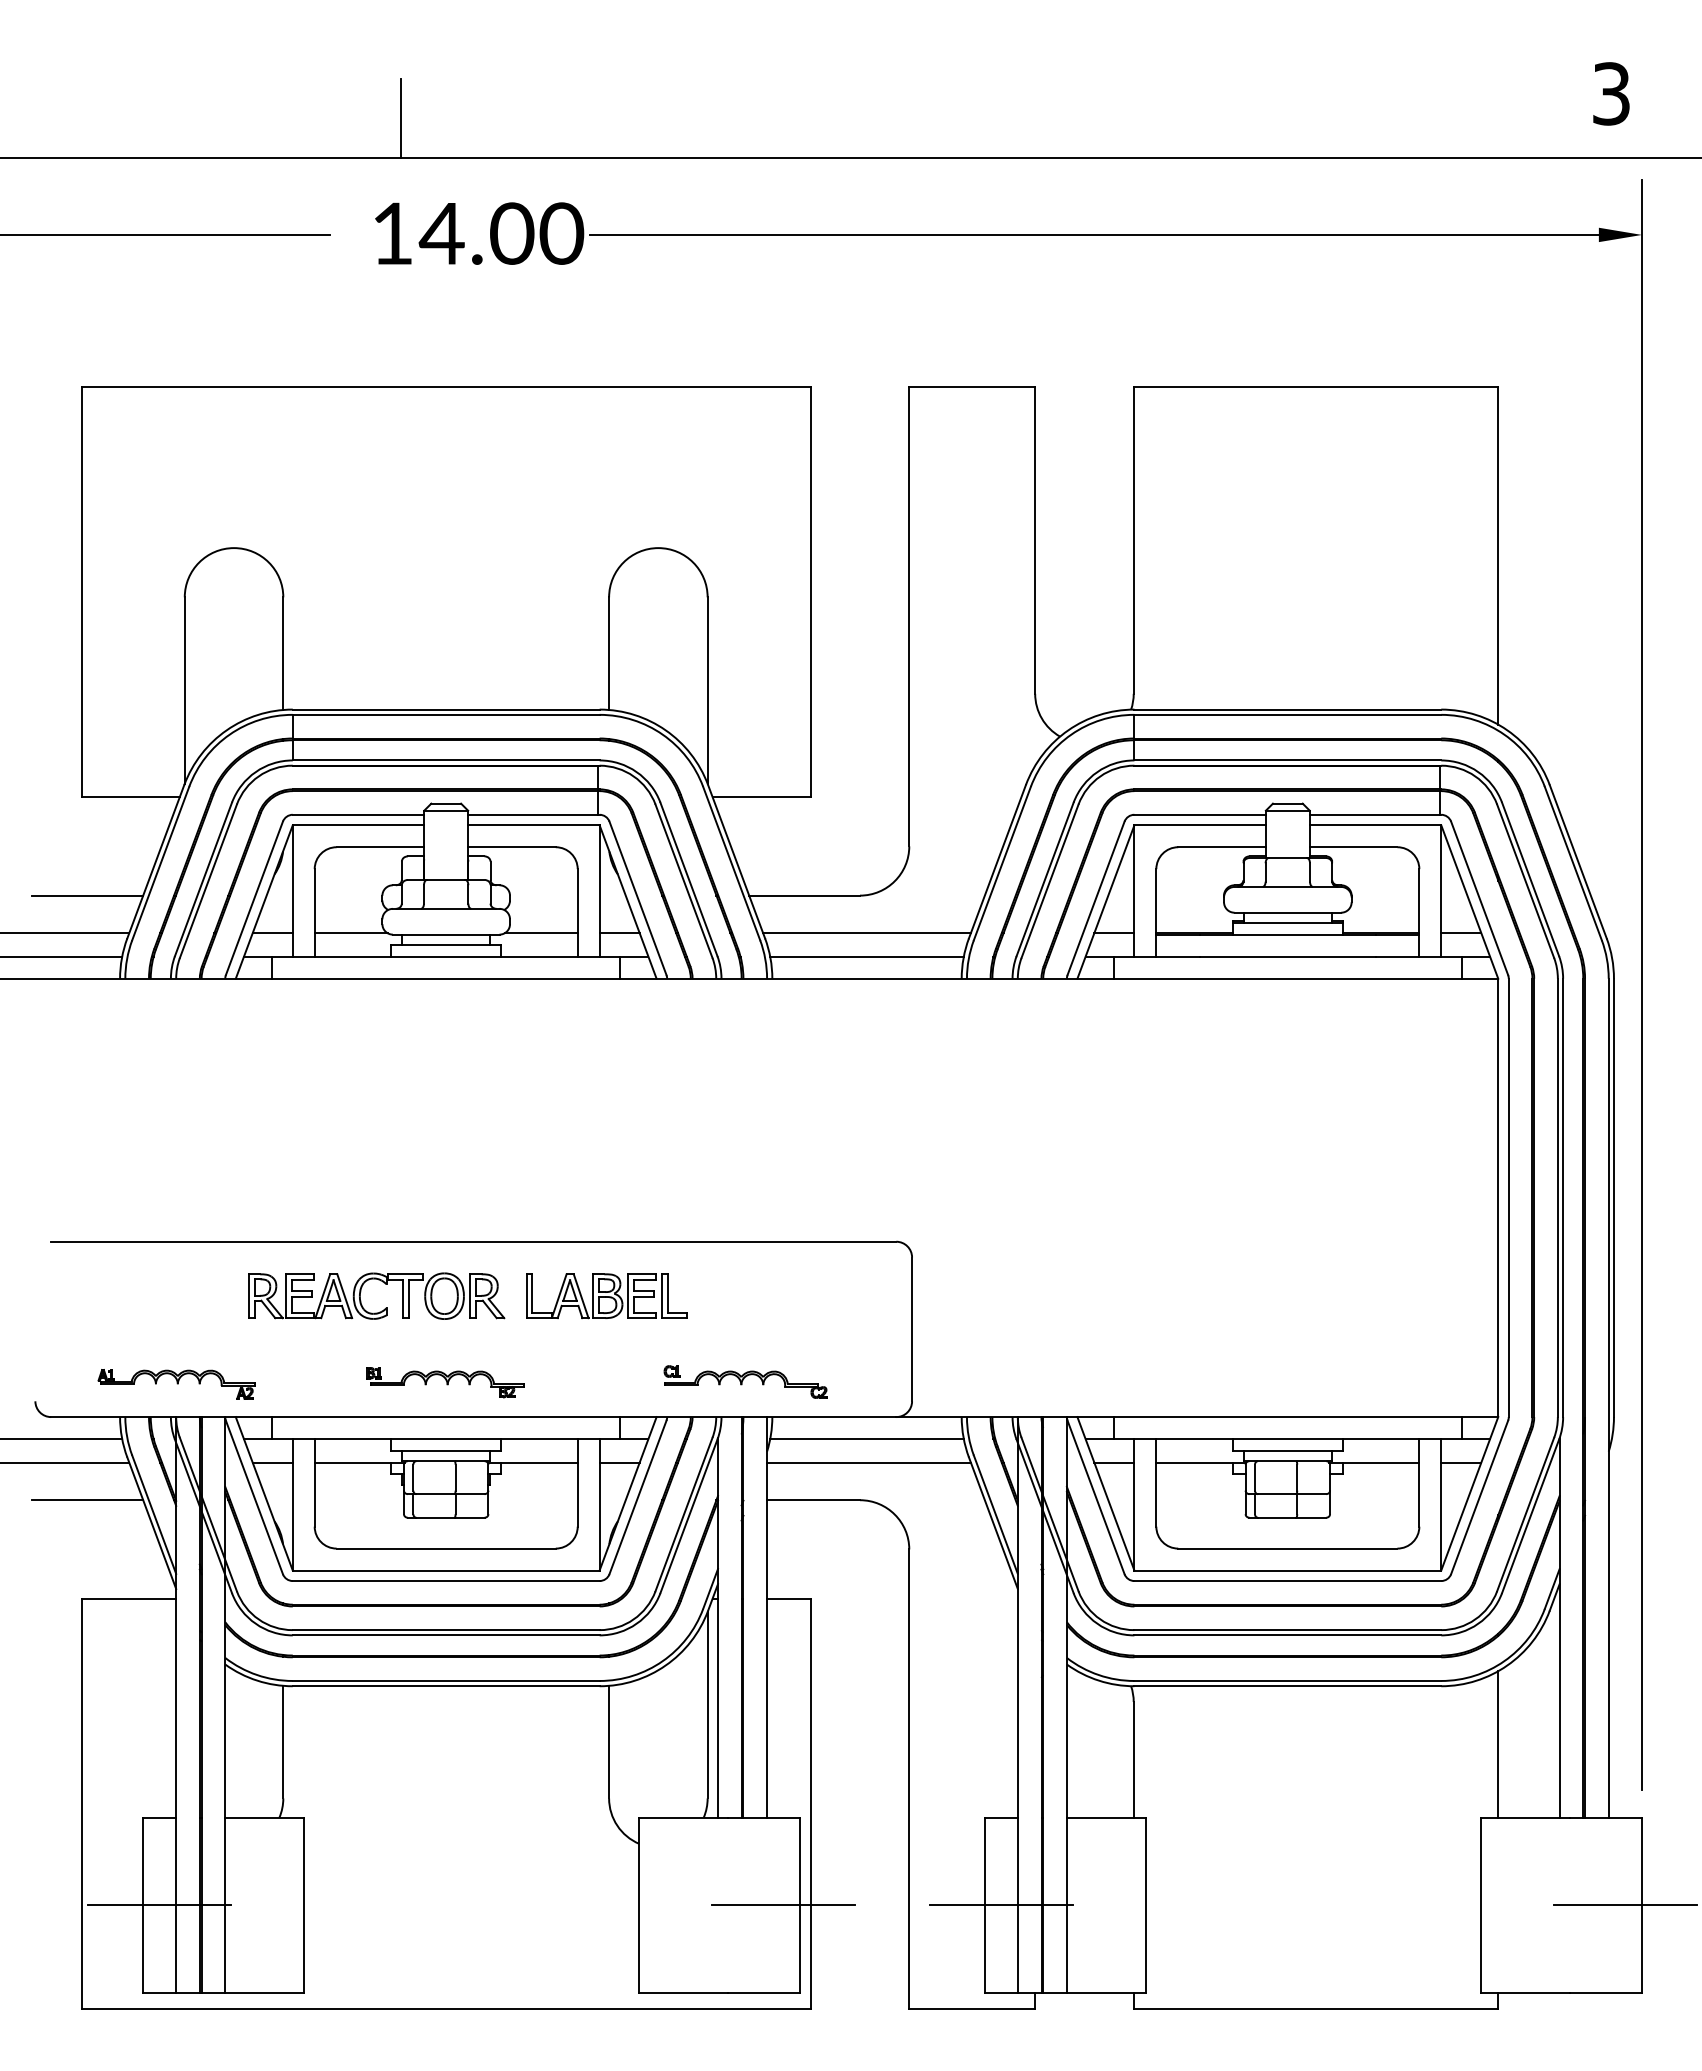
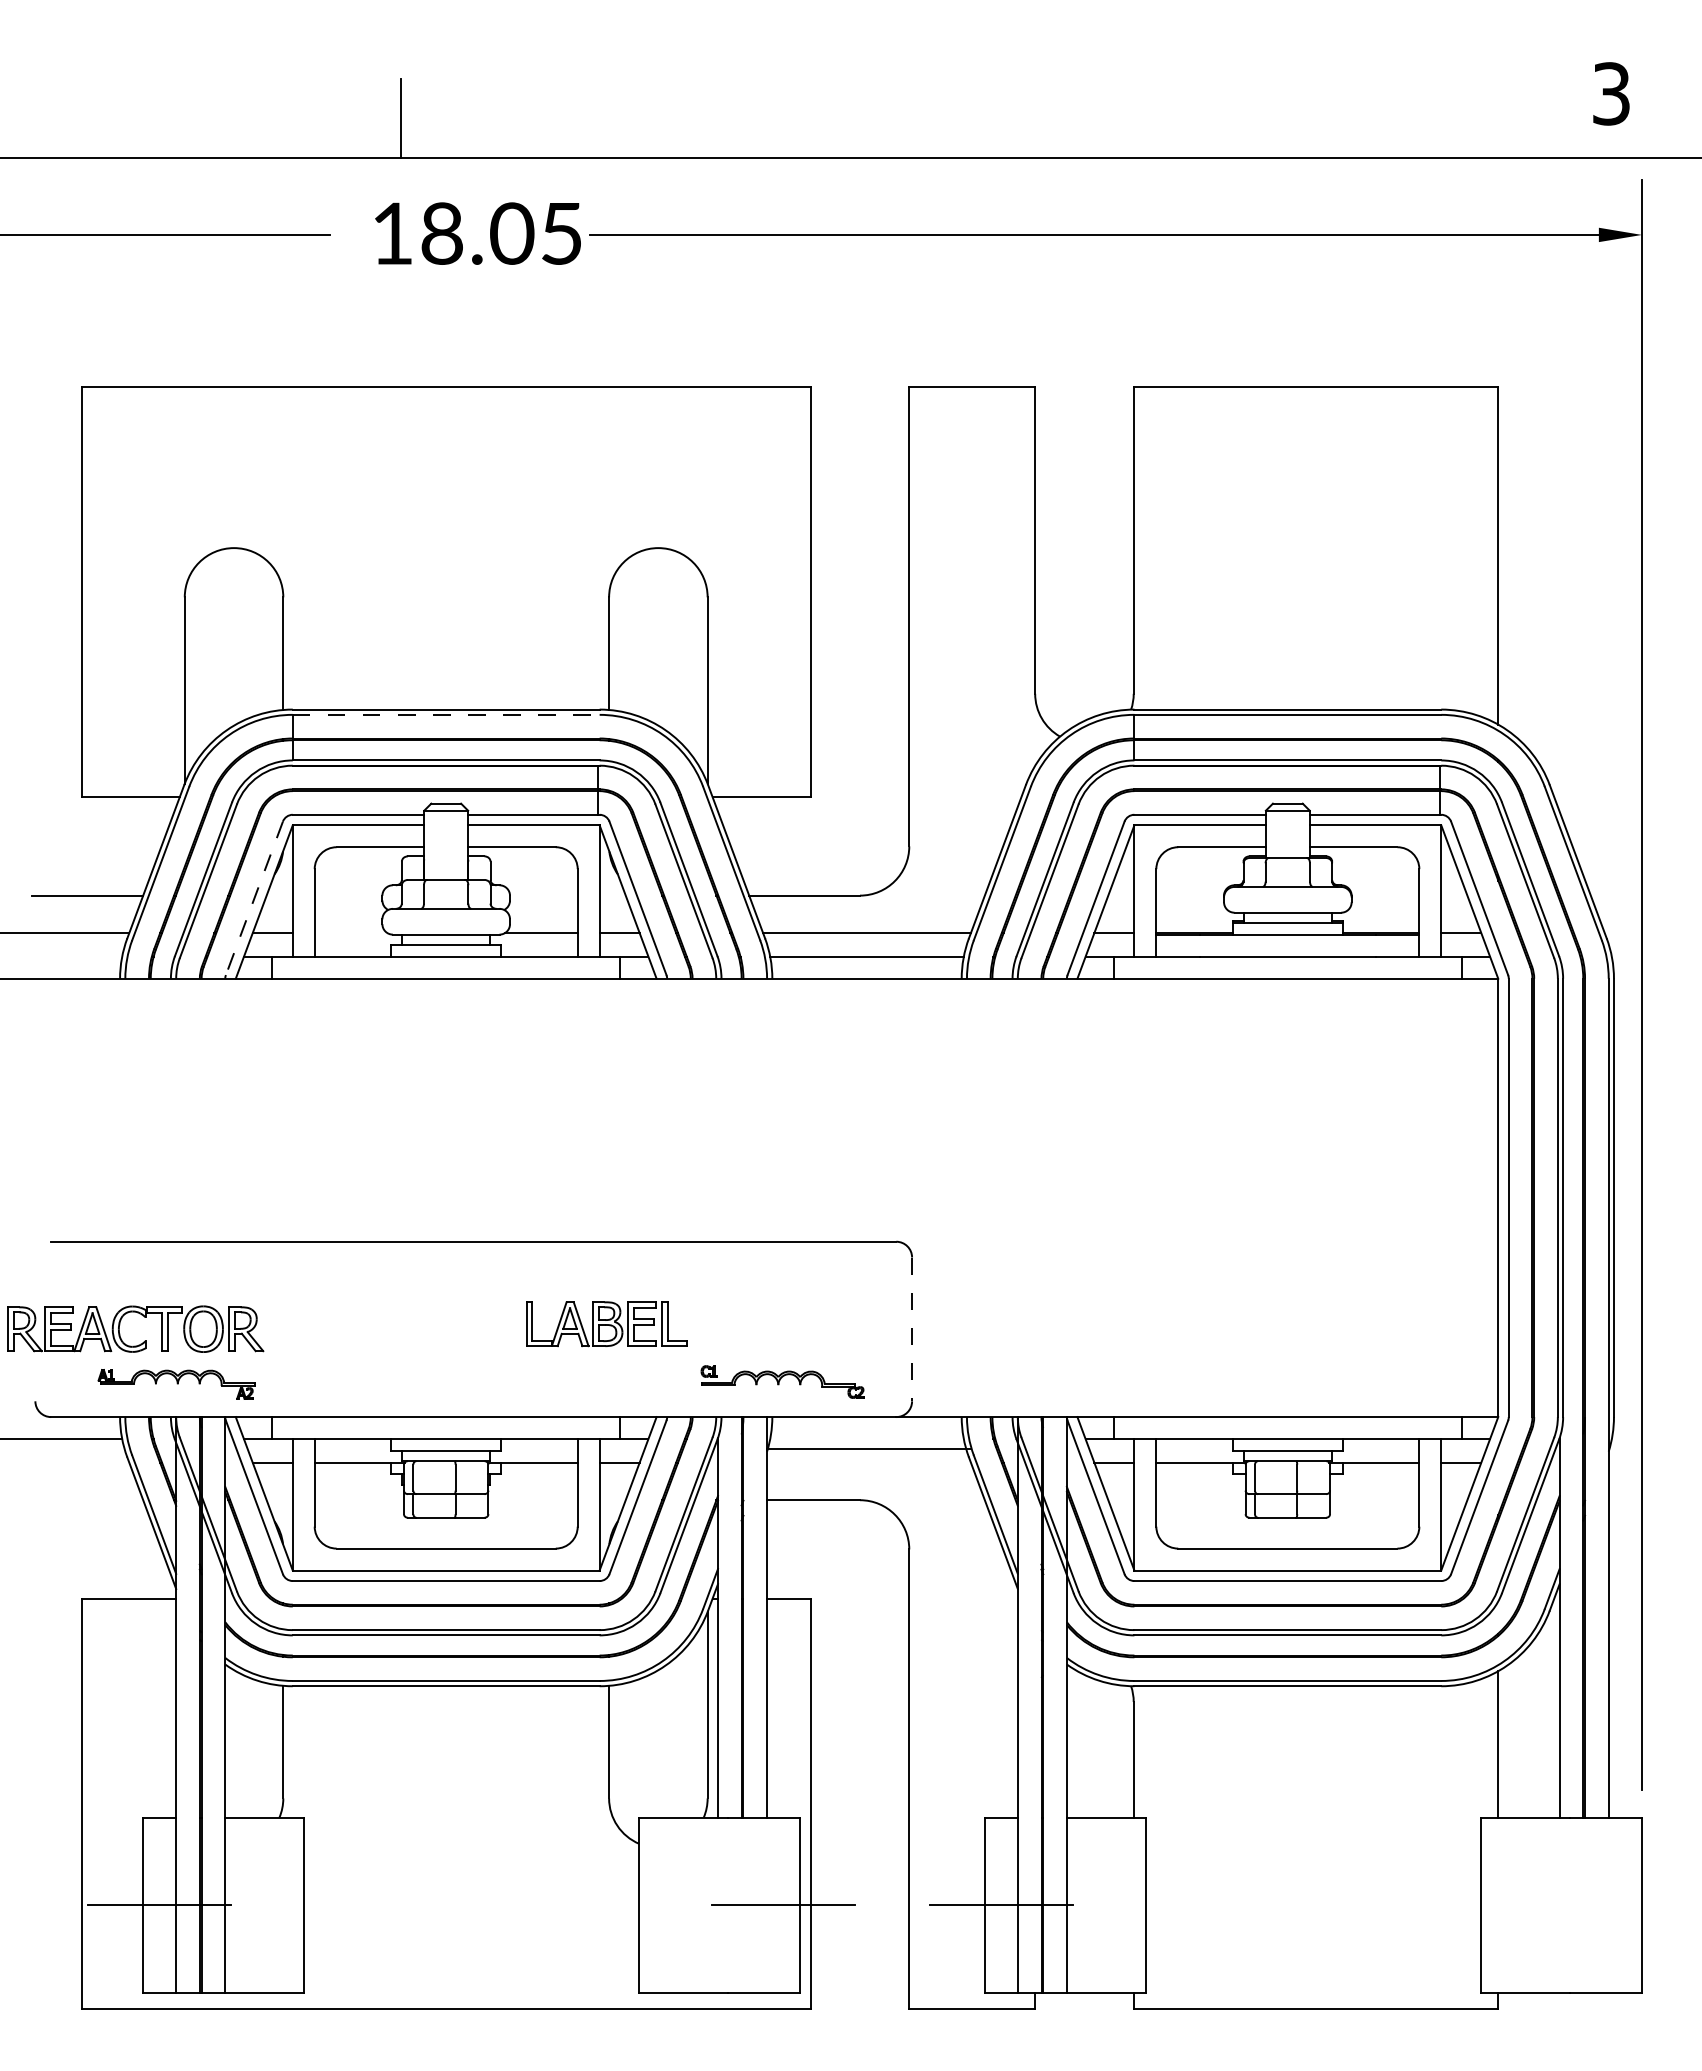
text at (501, 233): 14.00 -> 18.05
line at (446, 714): solid -> dashed
line at (254, 898): solid -> dashed
line at (350, 933): present -> none
line at (62, 956): present -> none
part at (385, 1284) position: (385, 1284) -> (144, 1317)
part at (606, 1296) position: (606, 1296) -> (606, 1324)
line at (912, 1329): solid -> dashed
part at (745, 1381) position: (745, 1381) -> (782, 1381)
part at (445, 1382): present -> none
line at (866, 1439): present -> none
line at (65, 1462): present -> none
line at (868, 1462) position: (868, 1462) -> (868, 1448)
line at (87, 1500): present -> none
line at (1624, 1905): present -> none
